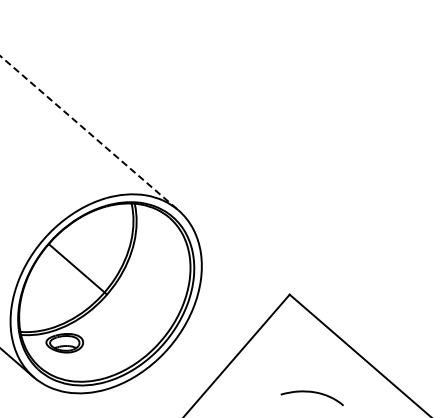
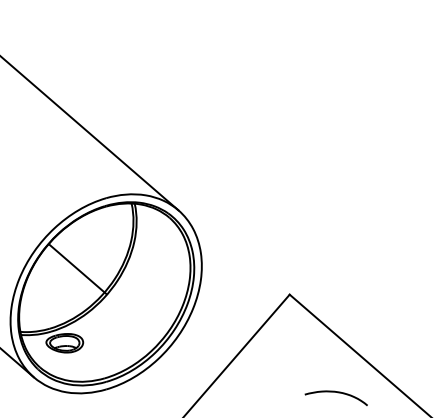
line at (89, 133): dashed -> solid
curve at (313, 393) position: (313, 393) -> (337, 393)
